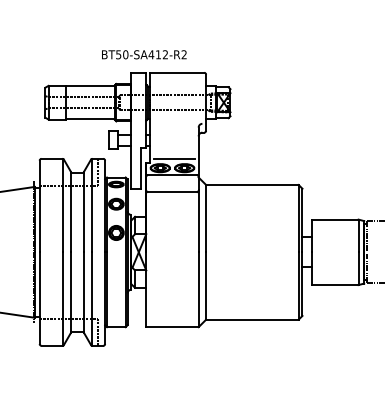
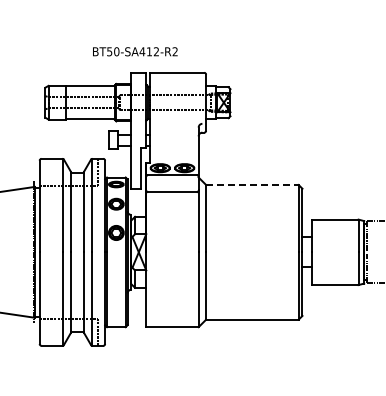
text at (144, 54) position: (144, 54) -> (135, 51)
line at (174, 158): present -> none
line at (252, 185): solid -> dashed
